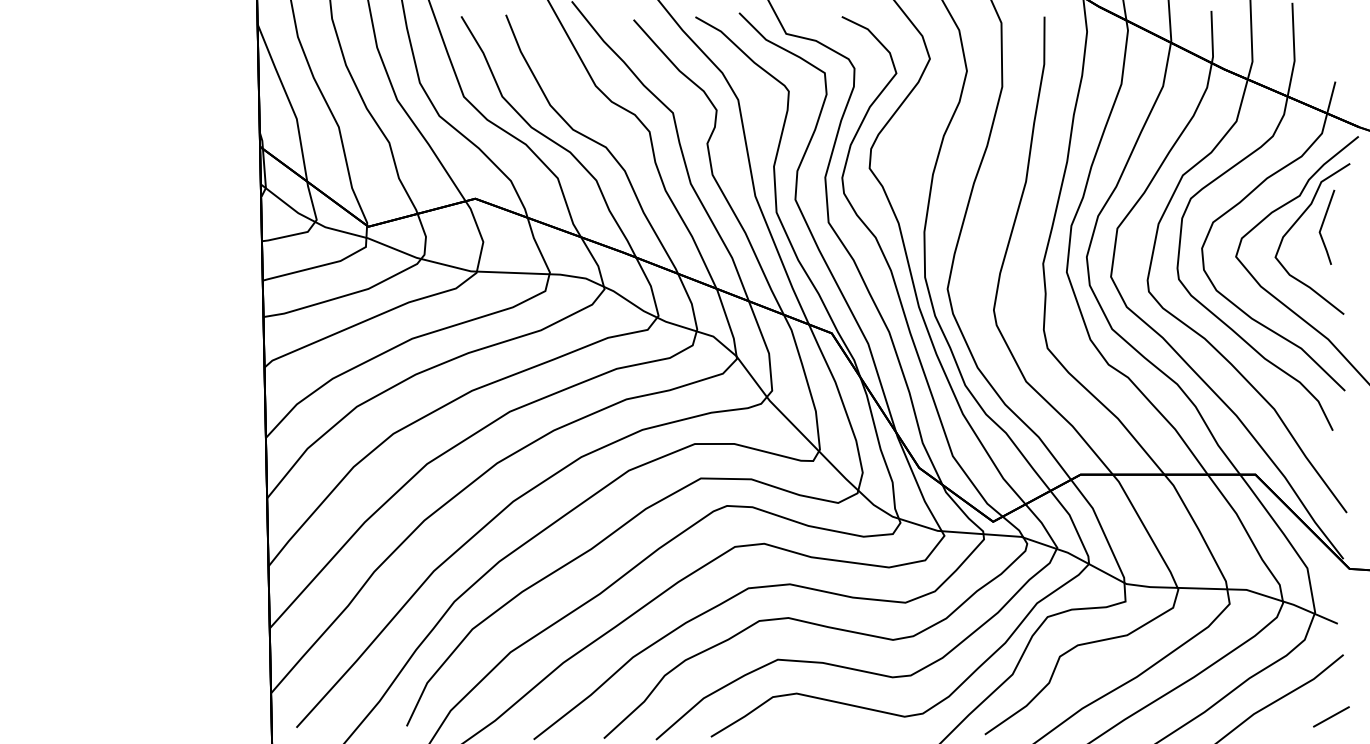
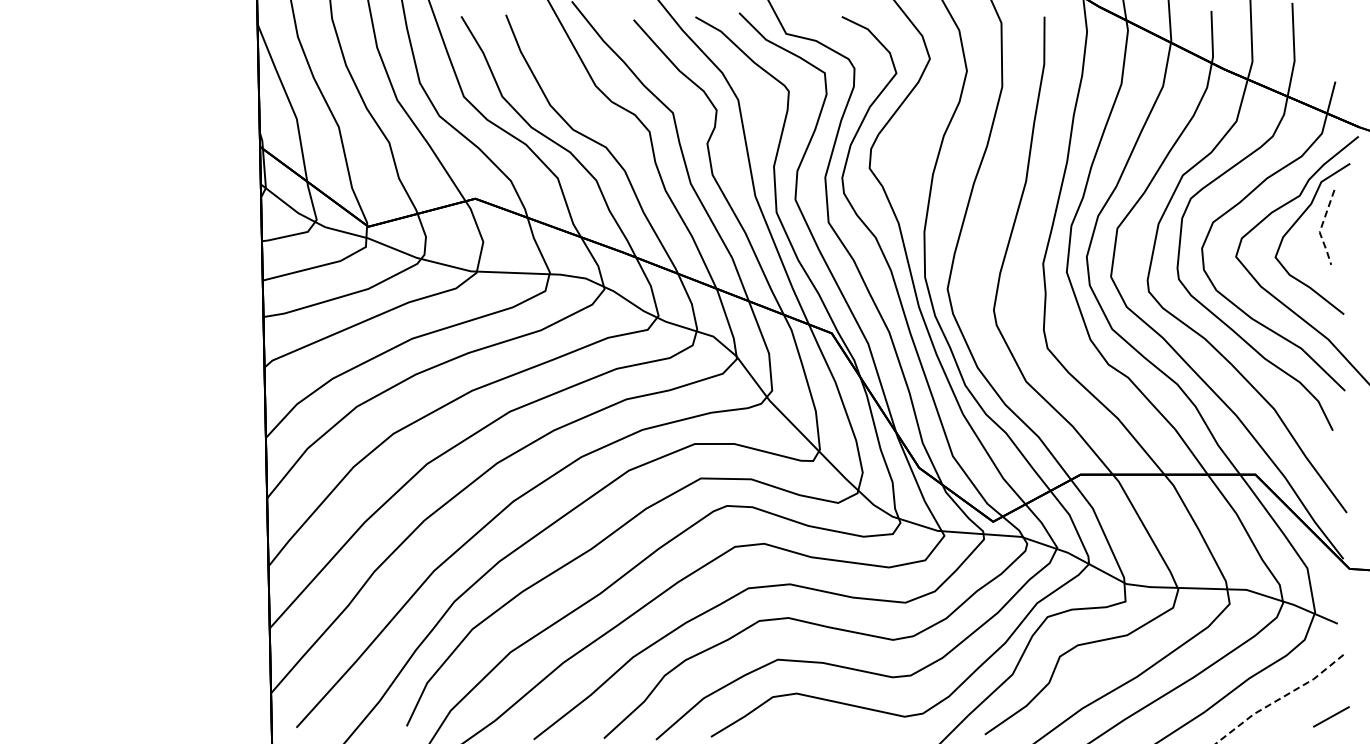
line at (1320, 229): solid -> dashed
line at (1279, 699): solid -> dashed
